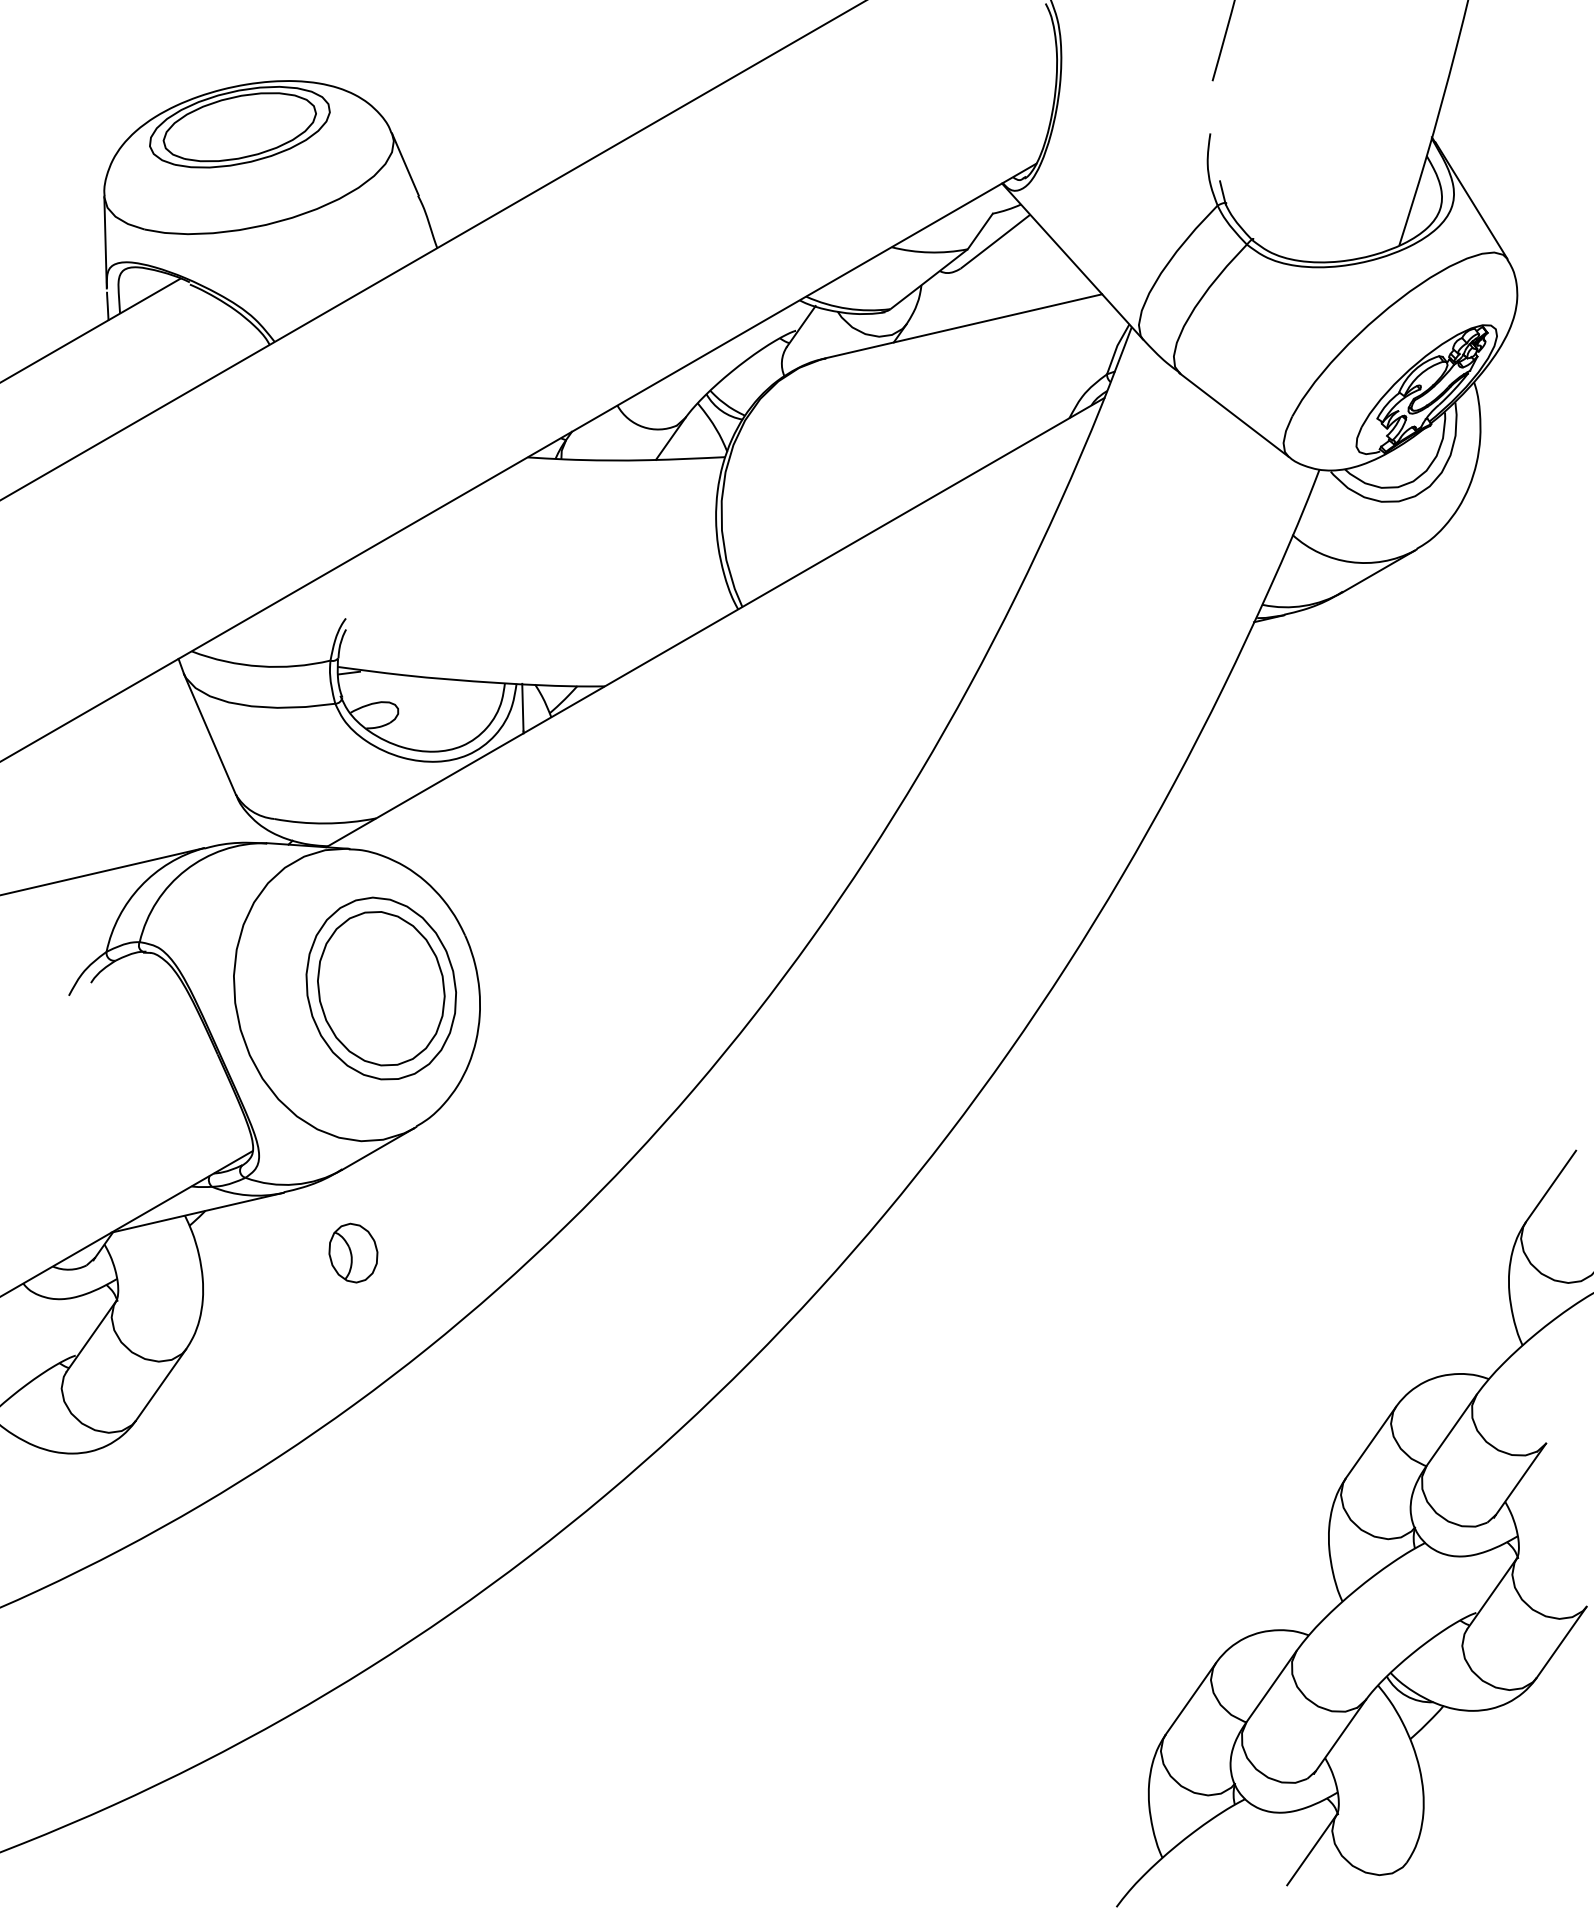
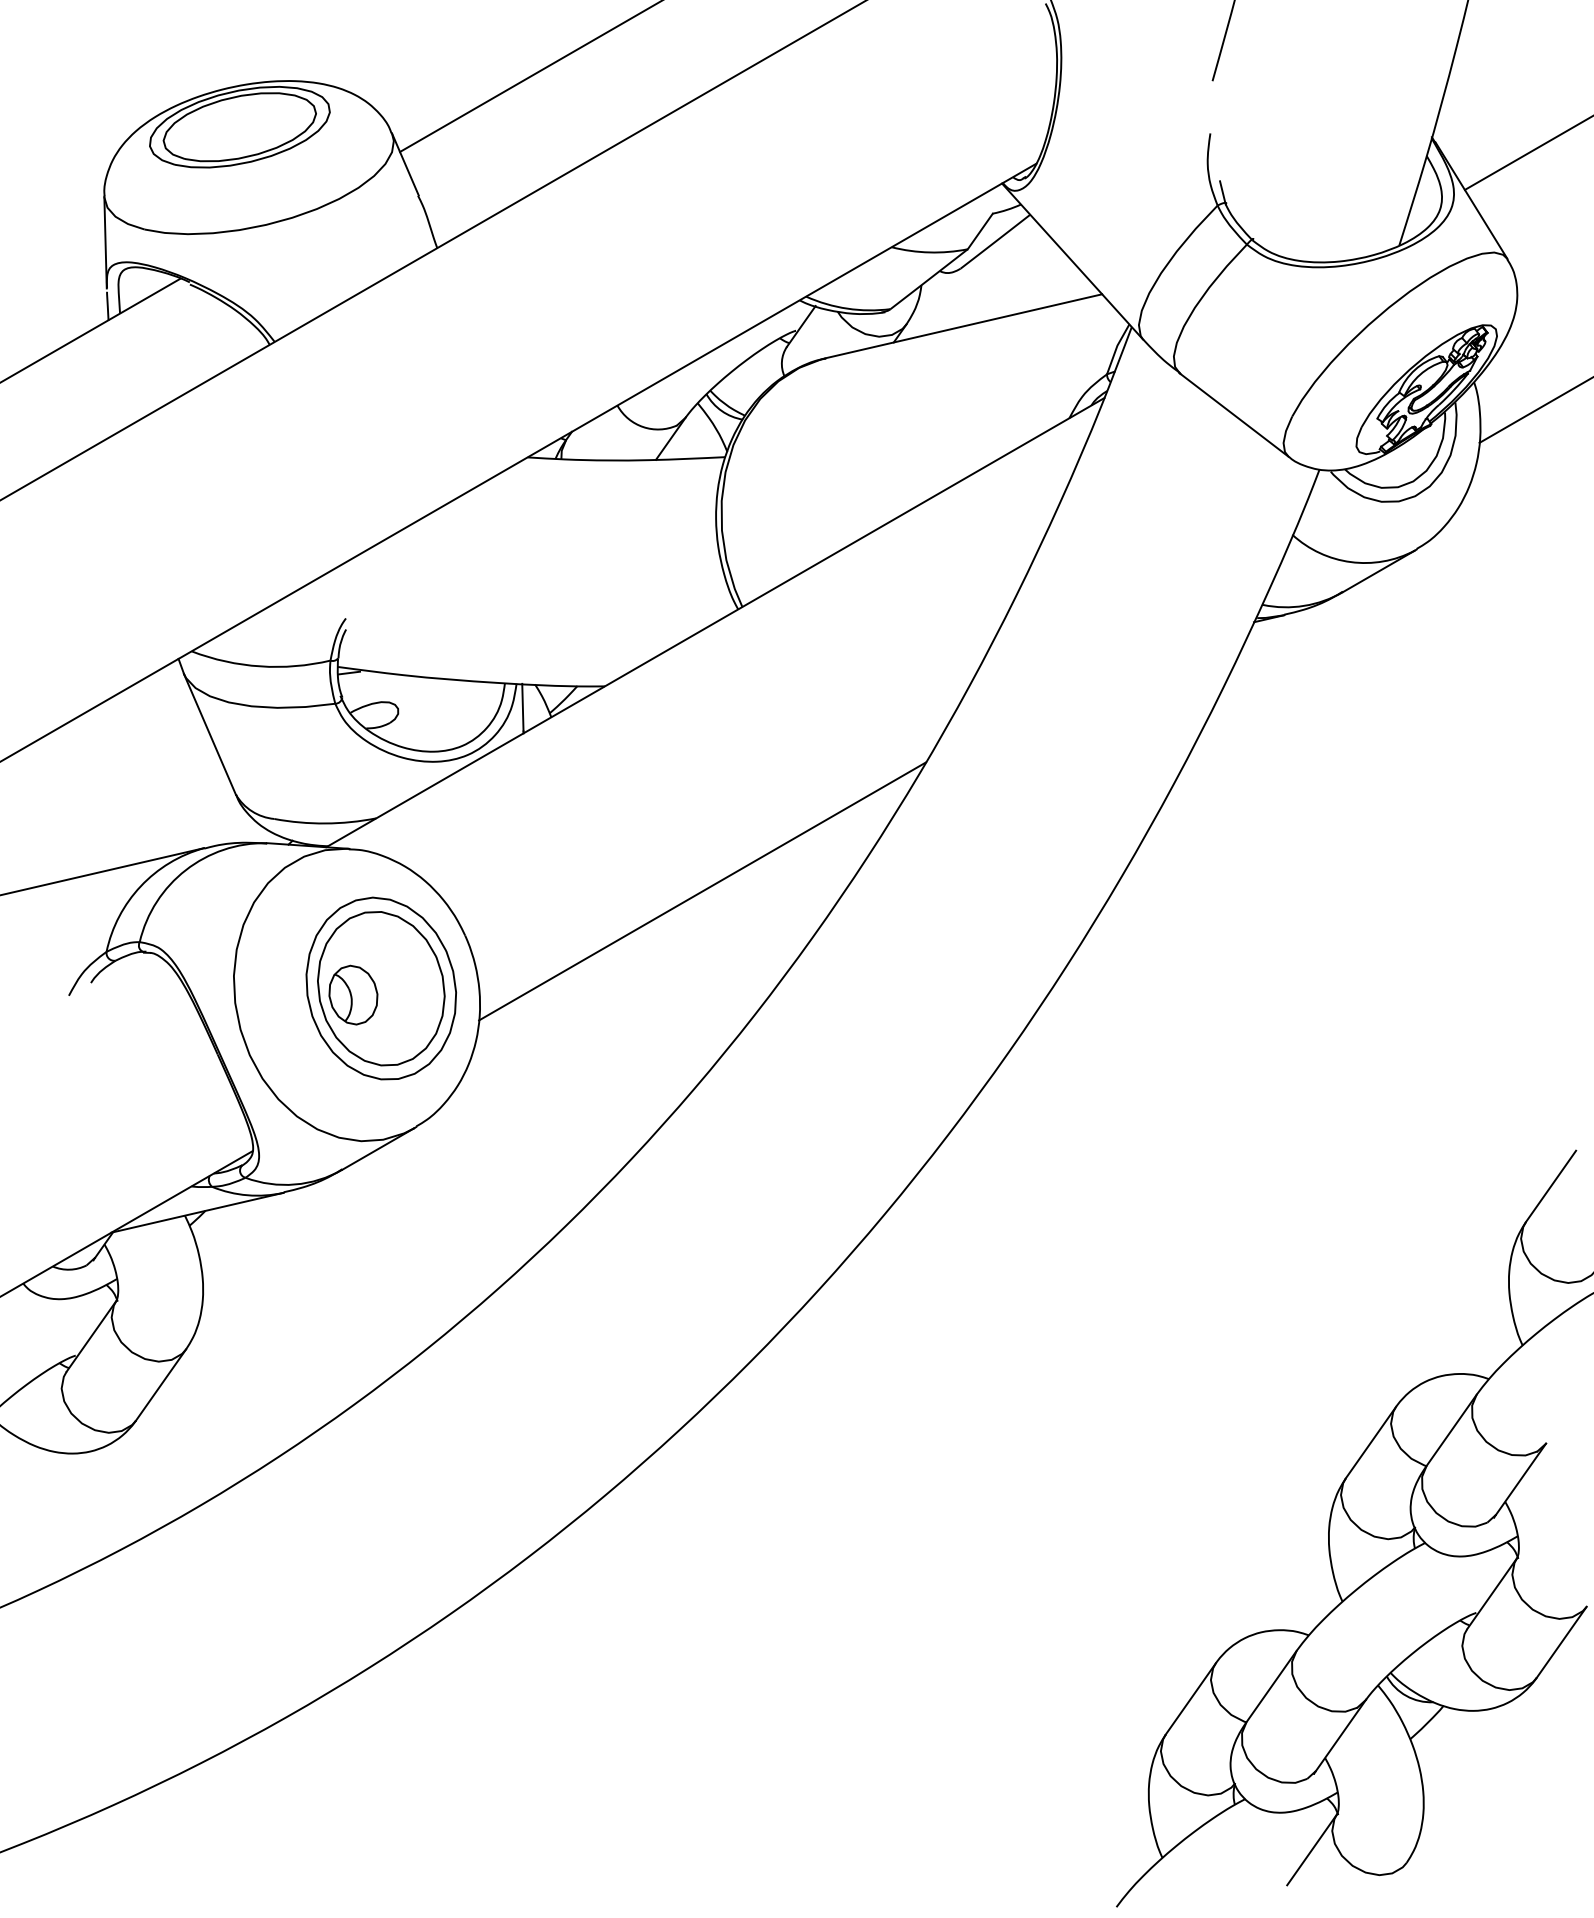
line at (529, 76): none -> present
line at (1527, 153): none -> present
line at (1534, 410): none -> present
line at (702, 891): none -> present
part at (353, 1252) position: (353, 1252) -> (353, 994)
